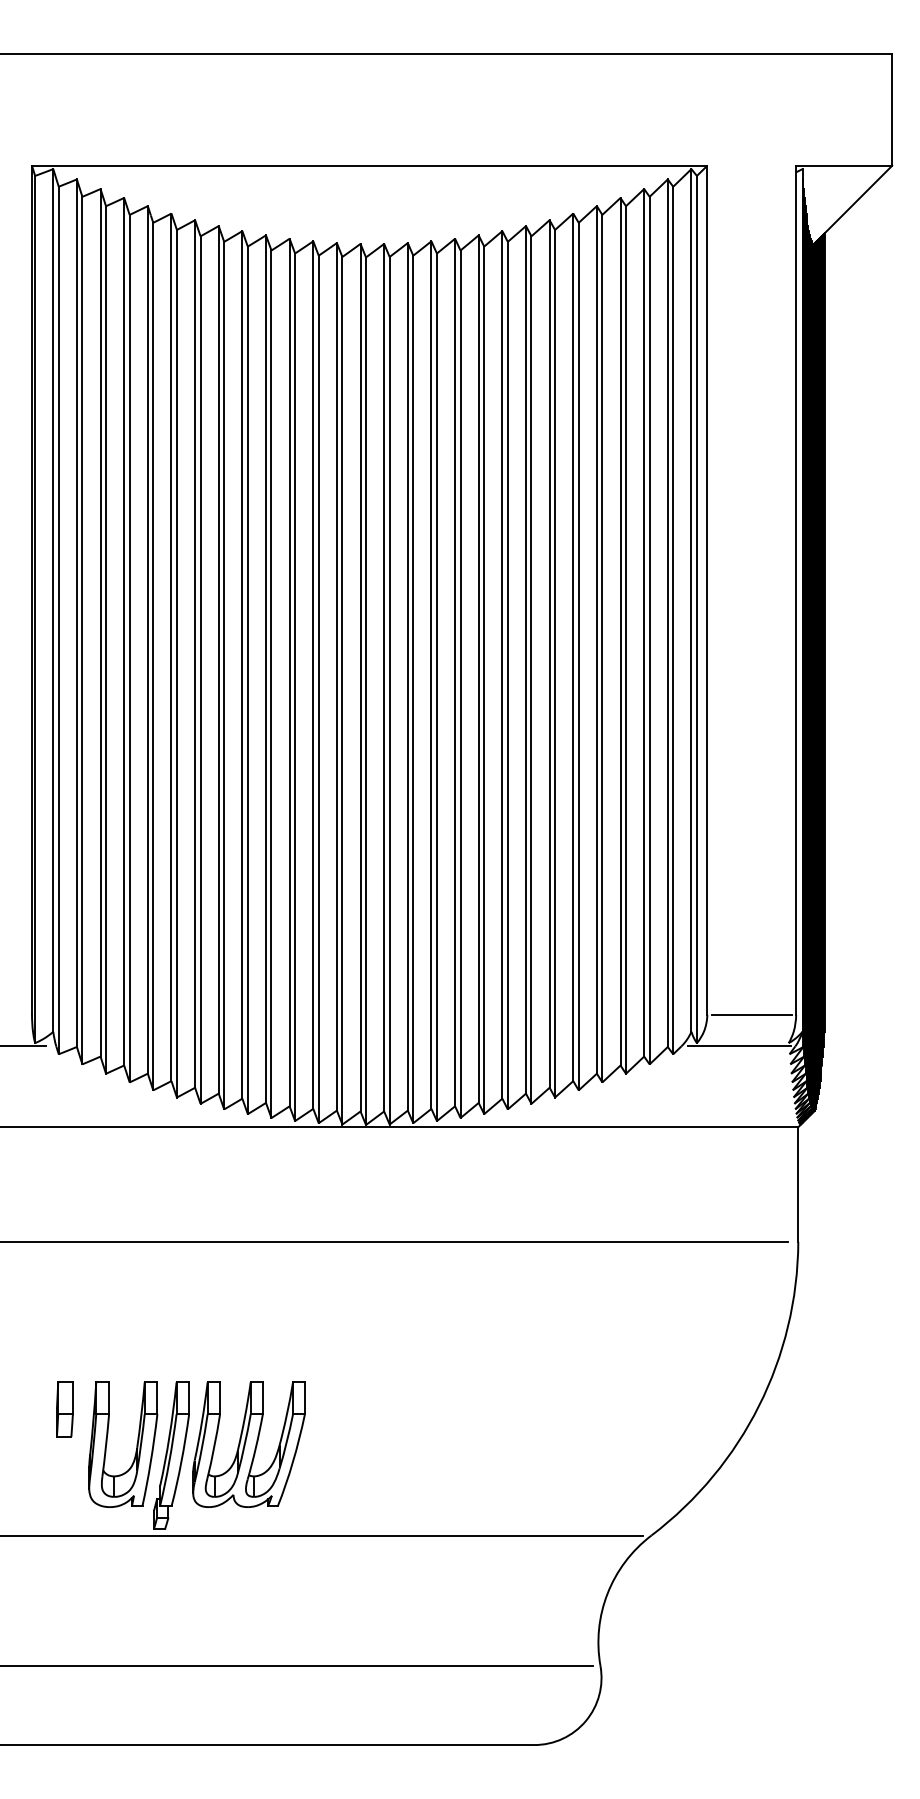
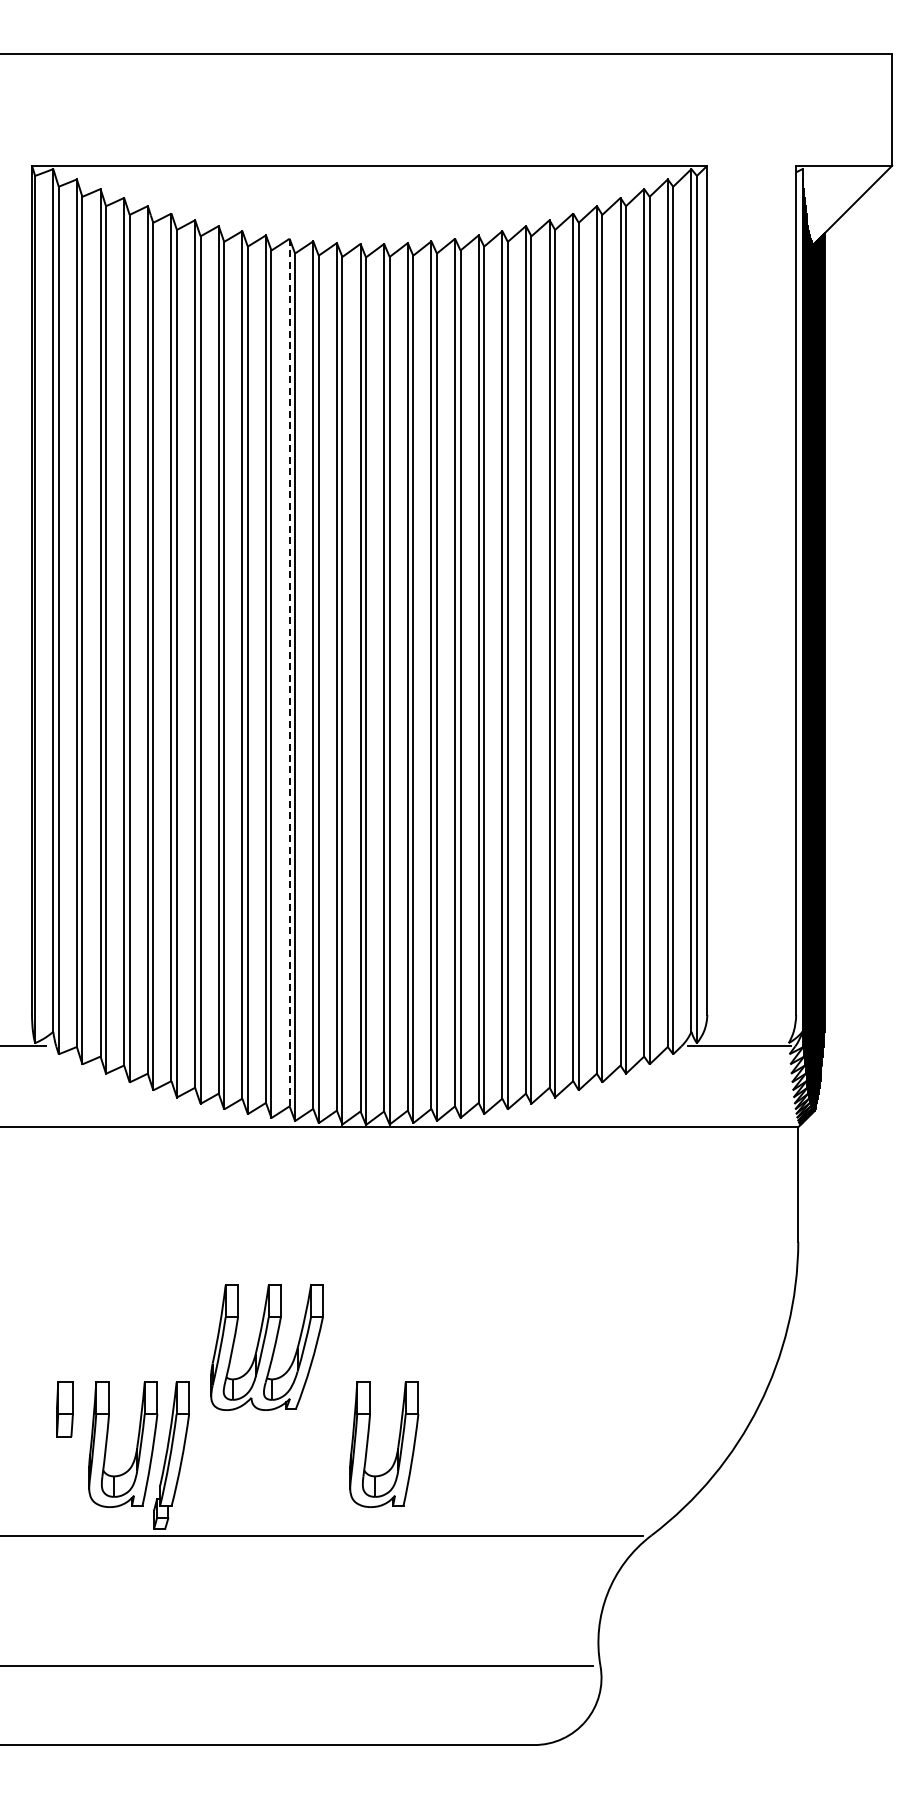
line at (289, 672): solid -> dashed
line at (752, 1014): present -> none
line at (395, 1241): present -> none
part at (248, 1444) position: (248, 1444) -> (266, 1347)
part at (397, 1444): none -> present
